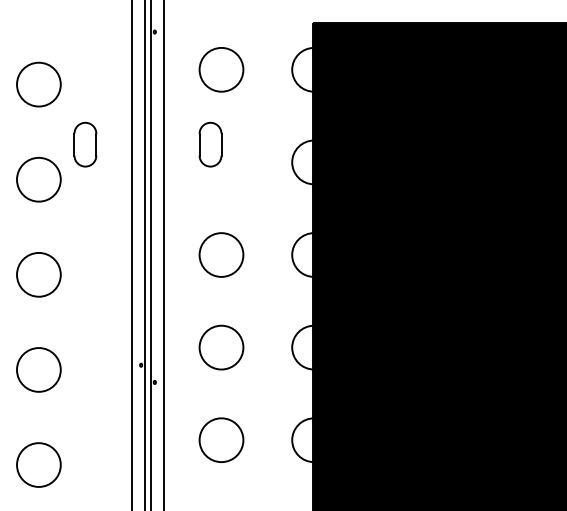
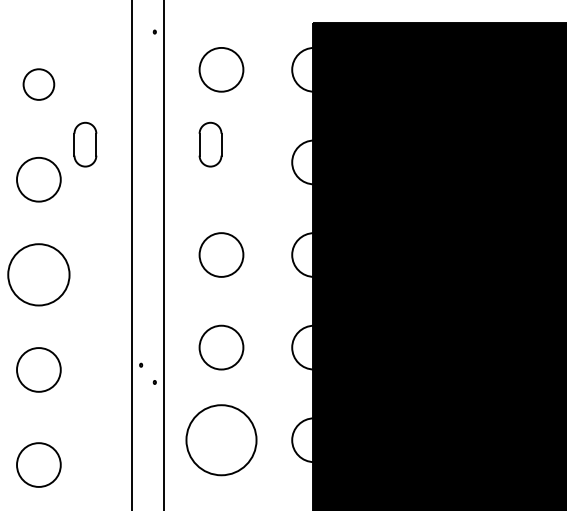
circle at (38, 84) size: 46x47 px -> 34x33 px
line at (144, 254): present -> none
line at (151, 254): present -> none
circle at (38, 274) diameter: 44 px -> 61 px
circle at (221, 440) diameter: 44 px -> 70 px
